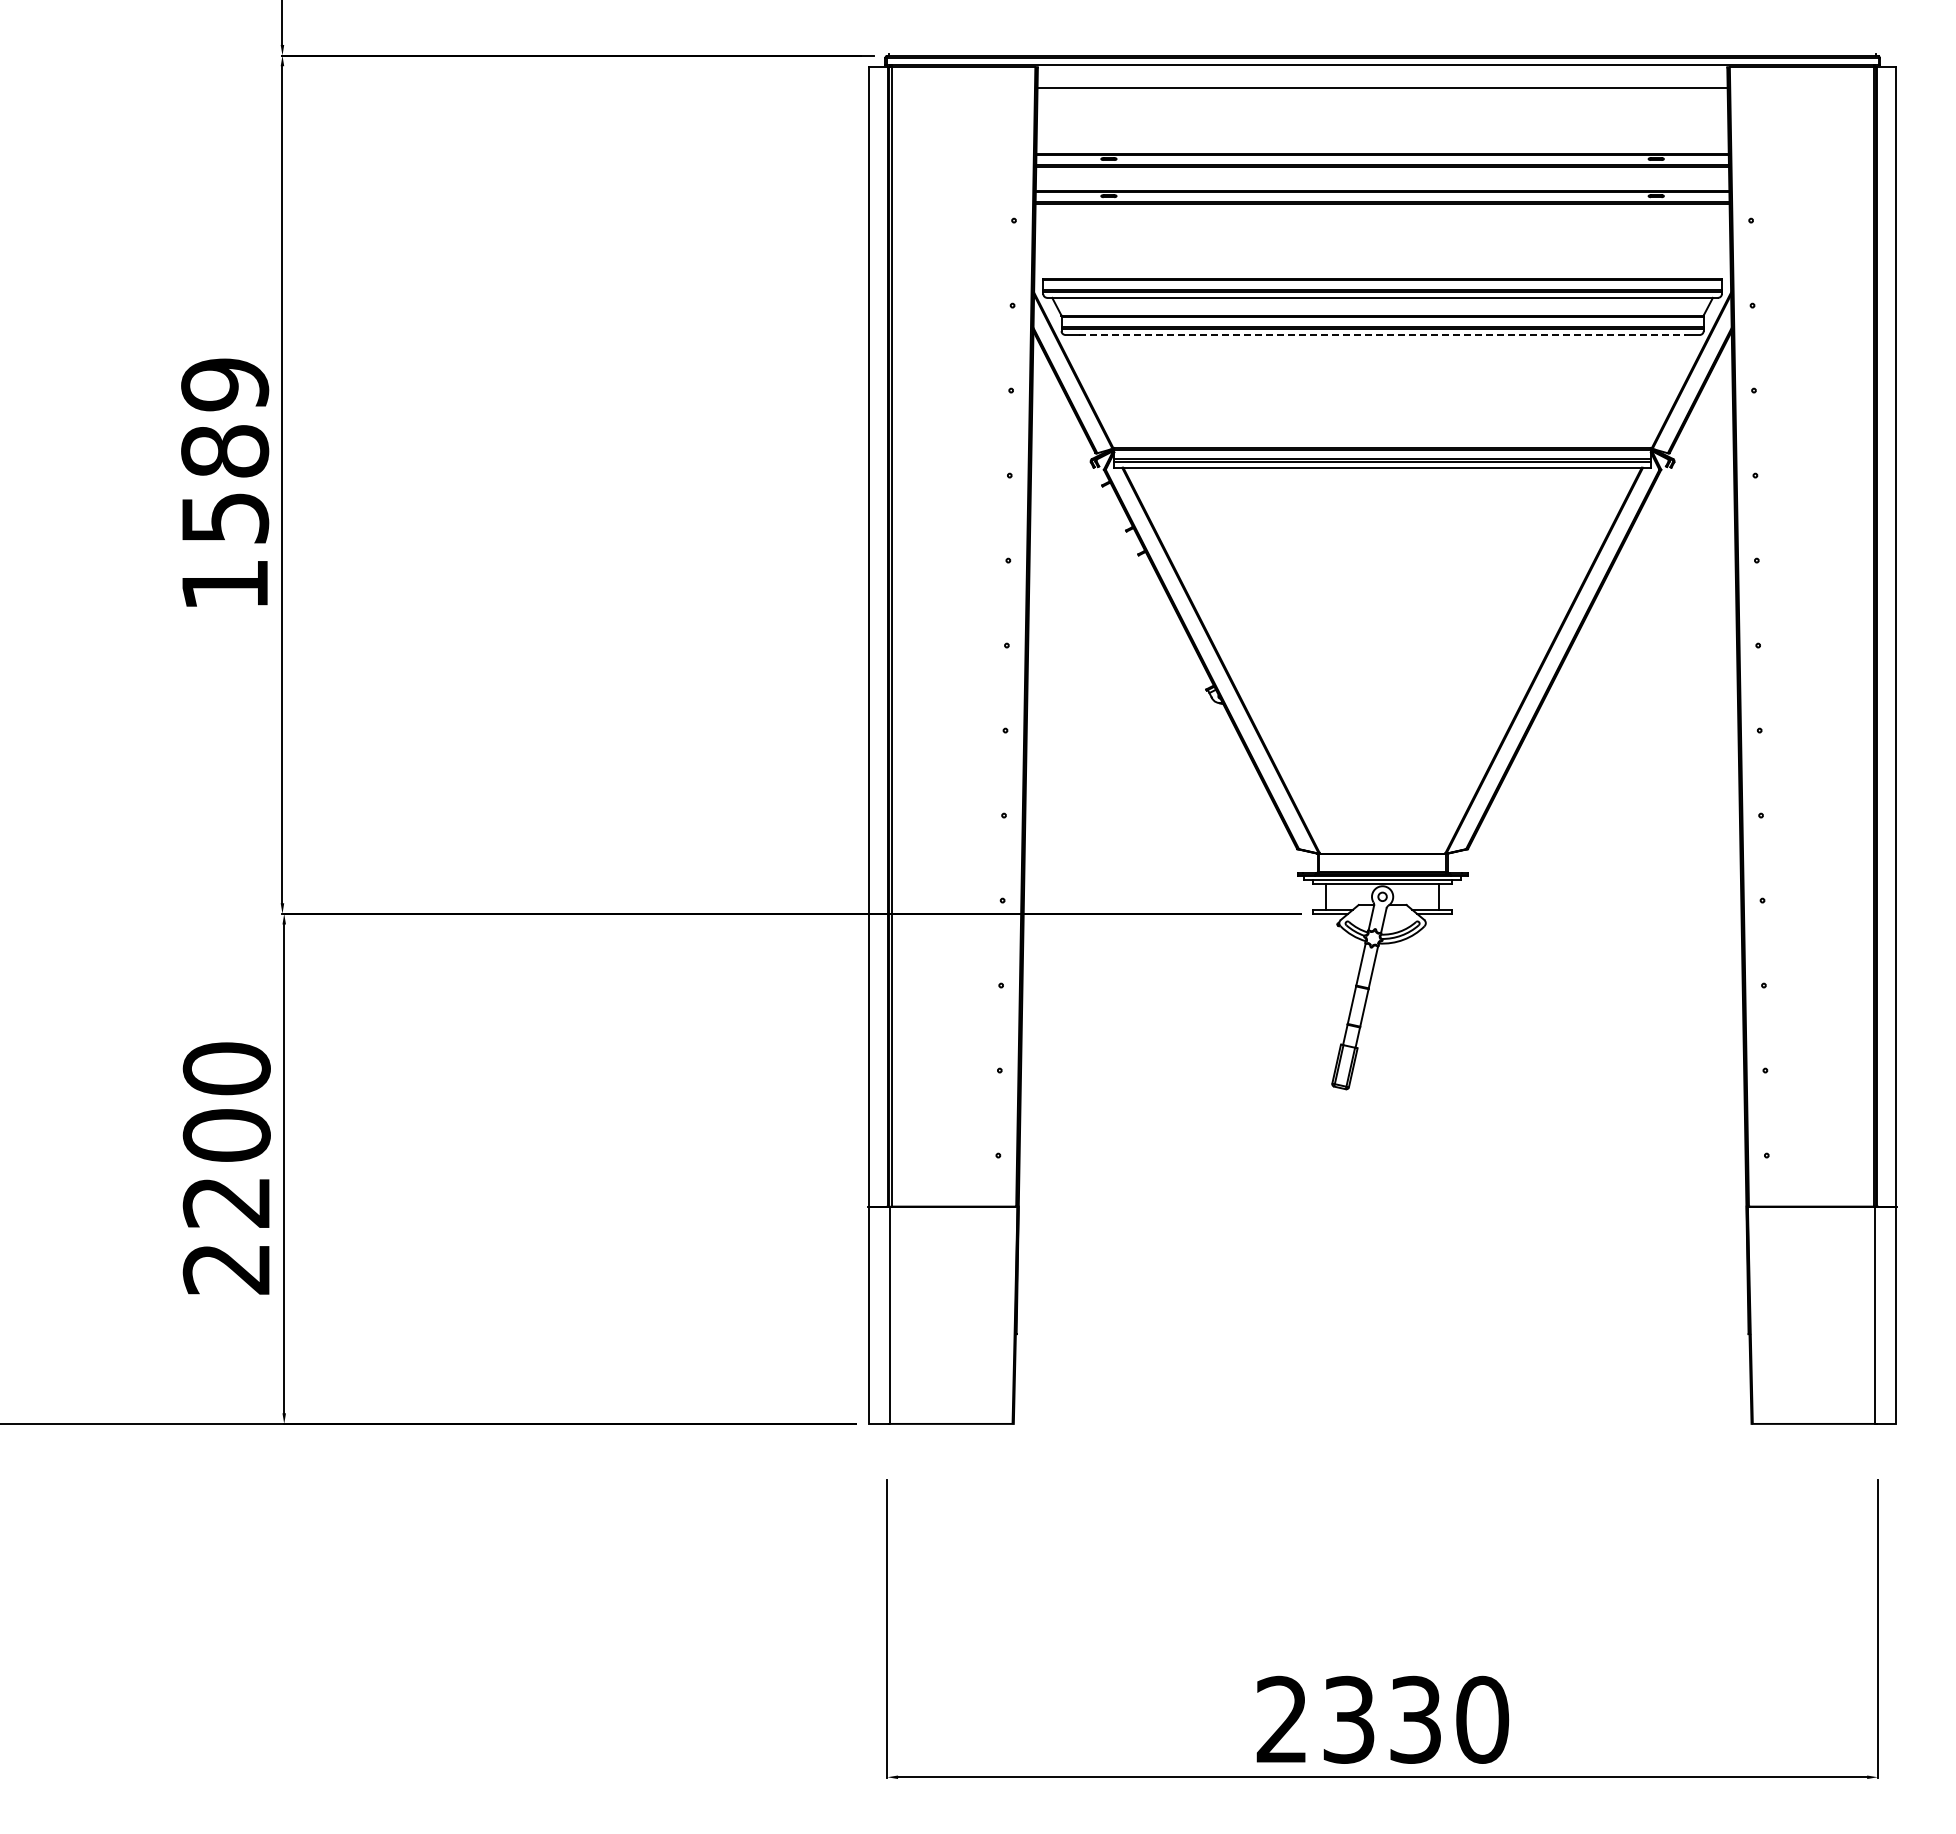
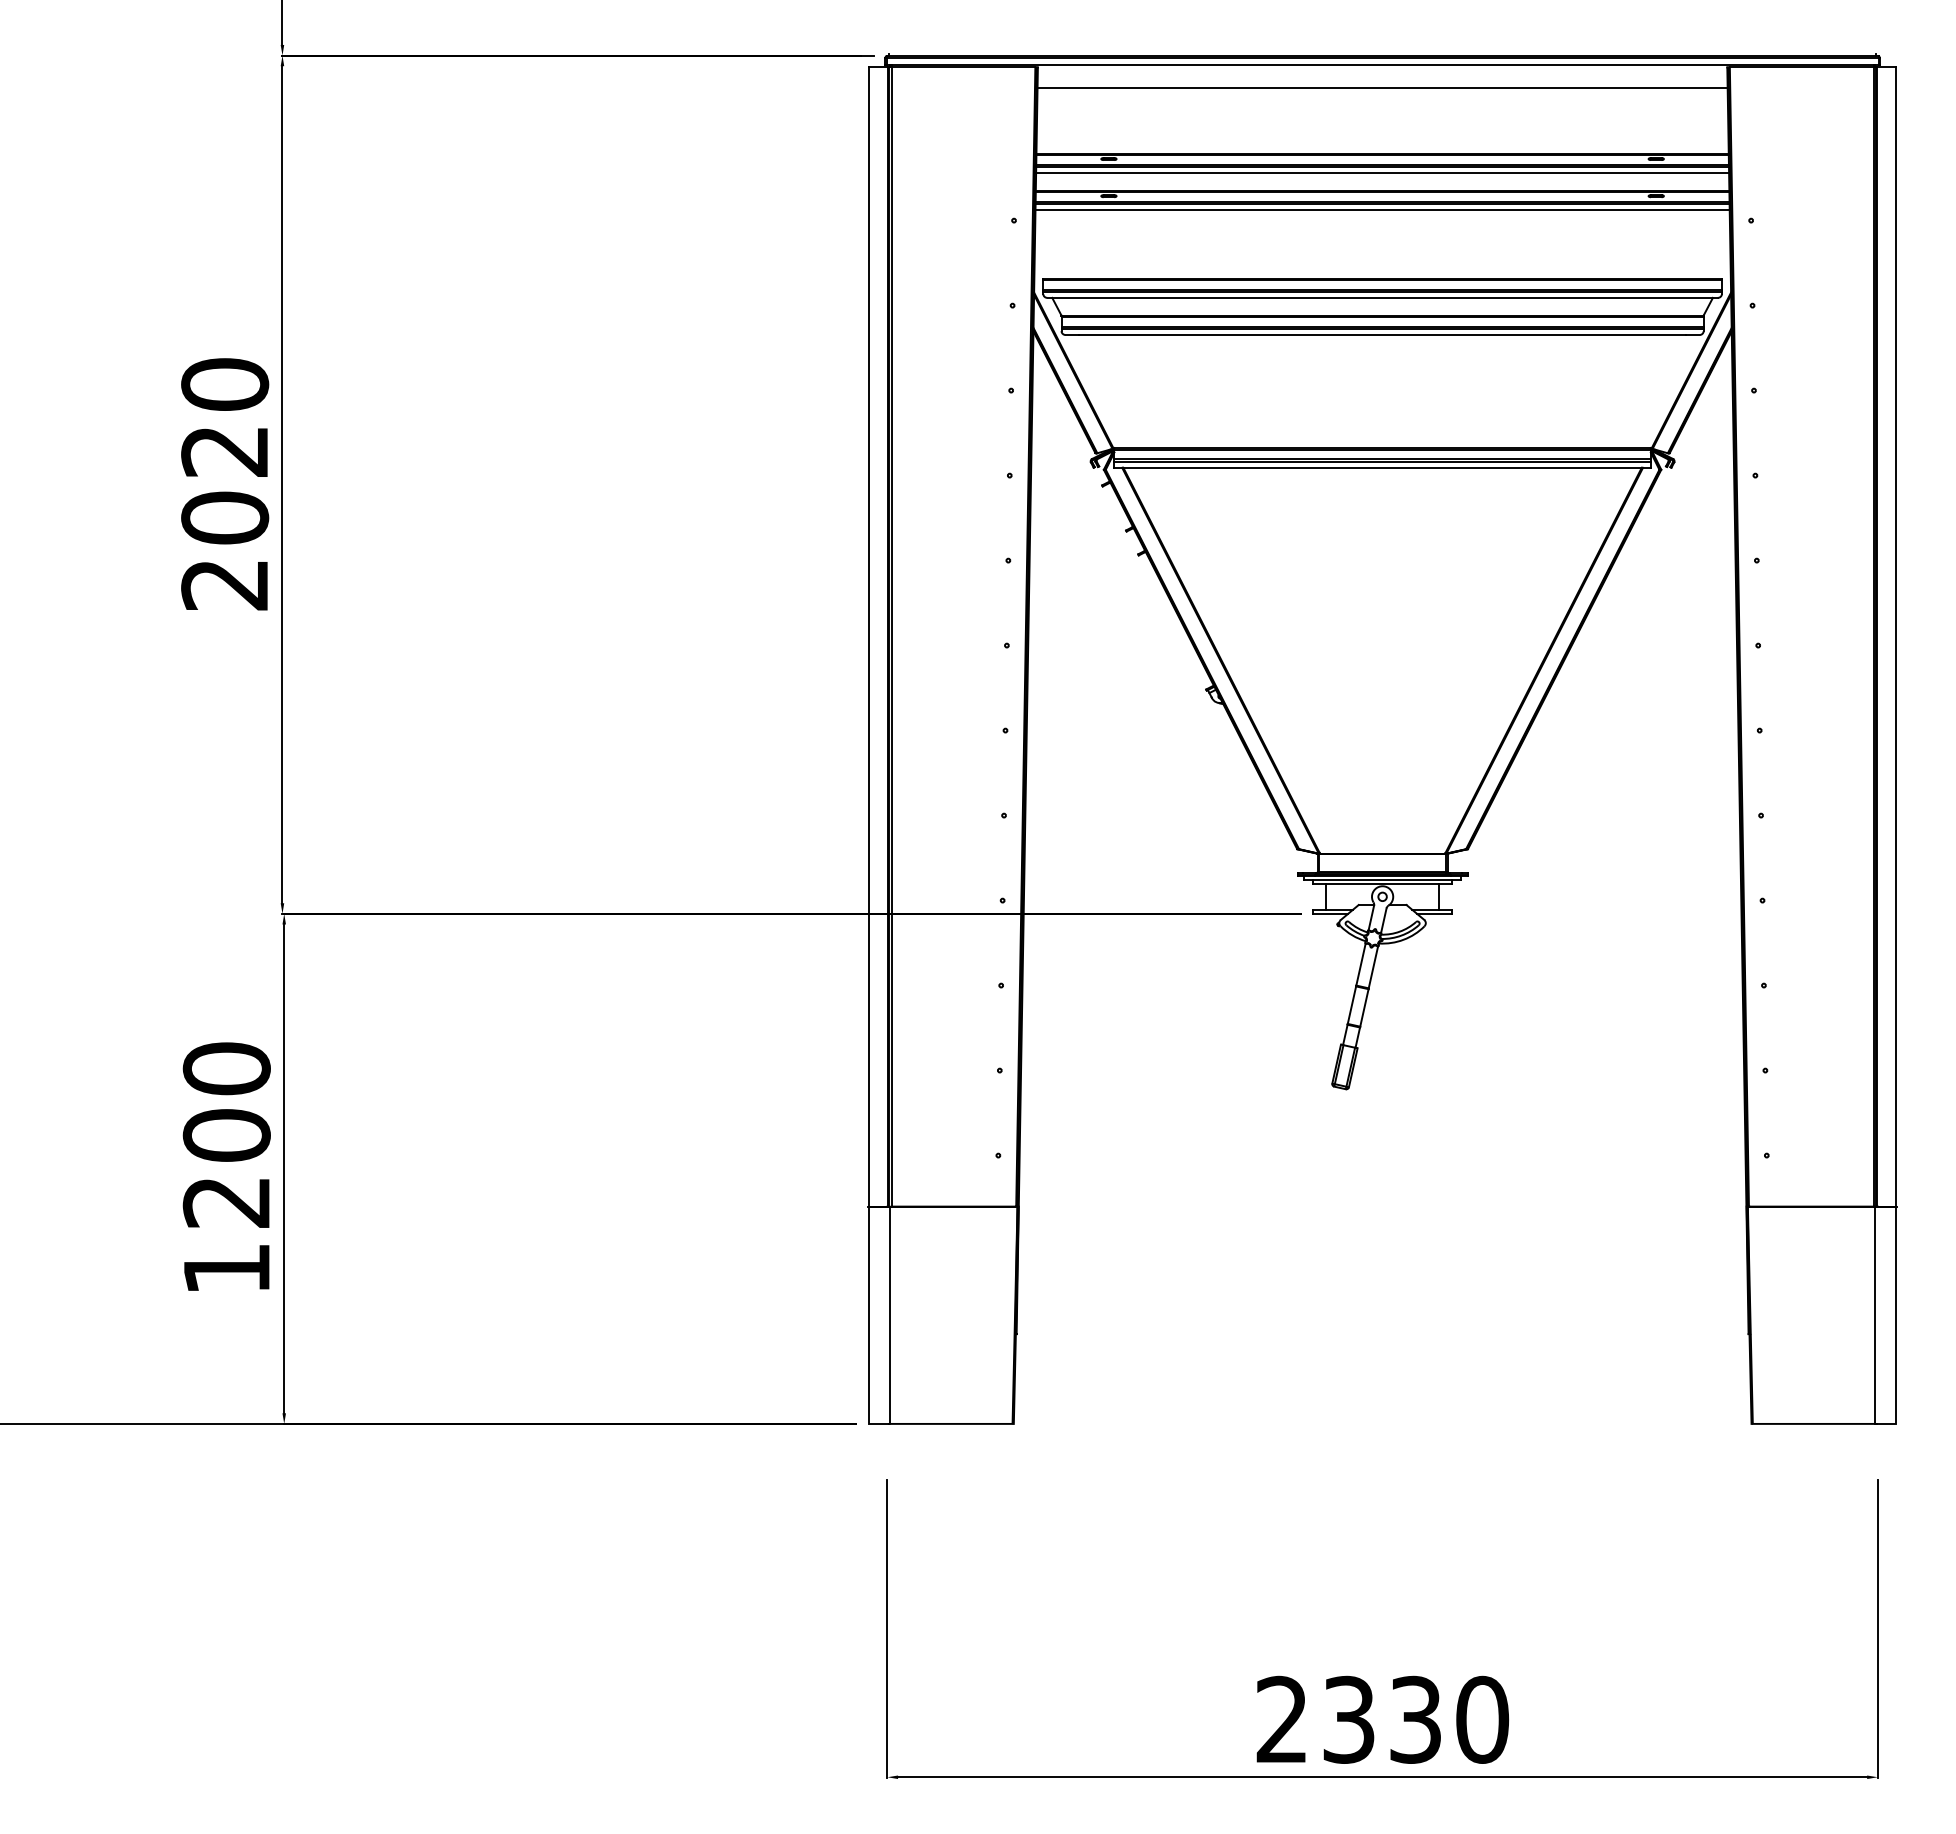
line at (1382, 172): none -> present
line at (1382, 210): none -> present
line at (1383, 335): dashed -> solid
text at (225, 484): 1589 -> 2020
text at (225, 1269): 2200 -> 1200
